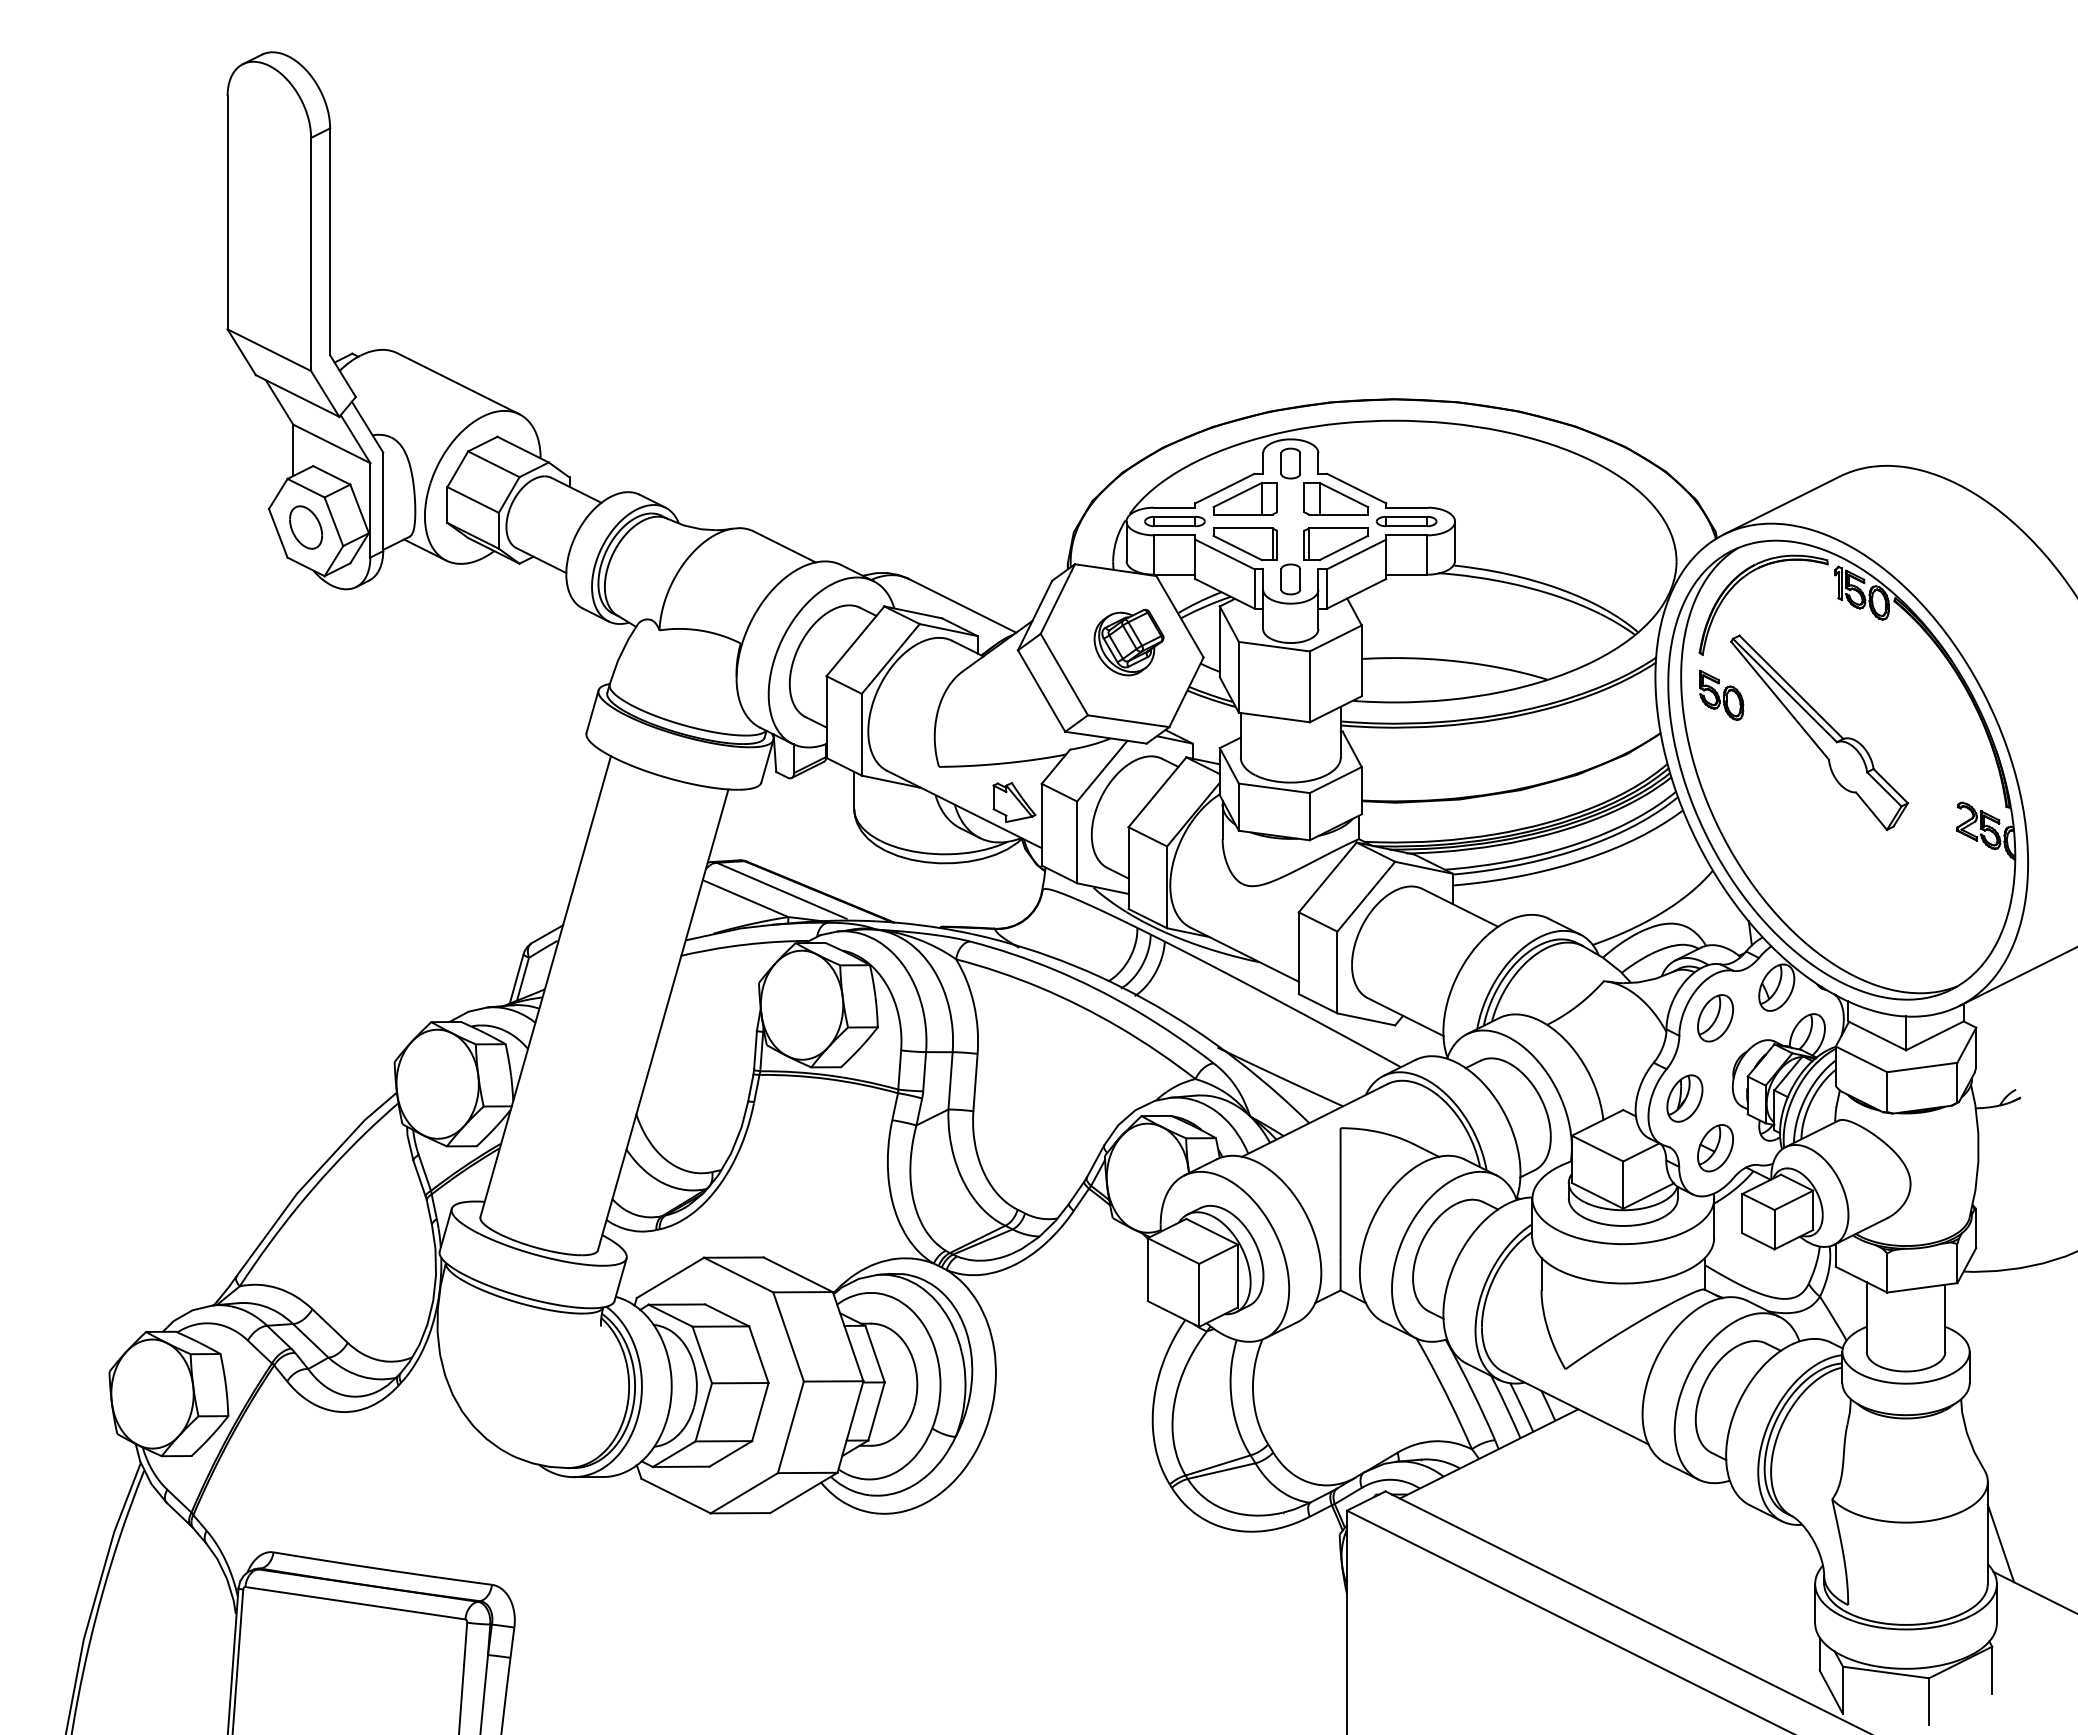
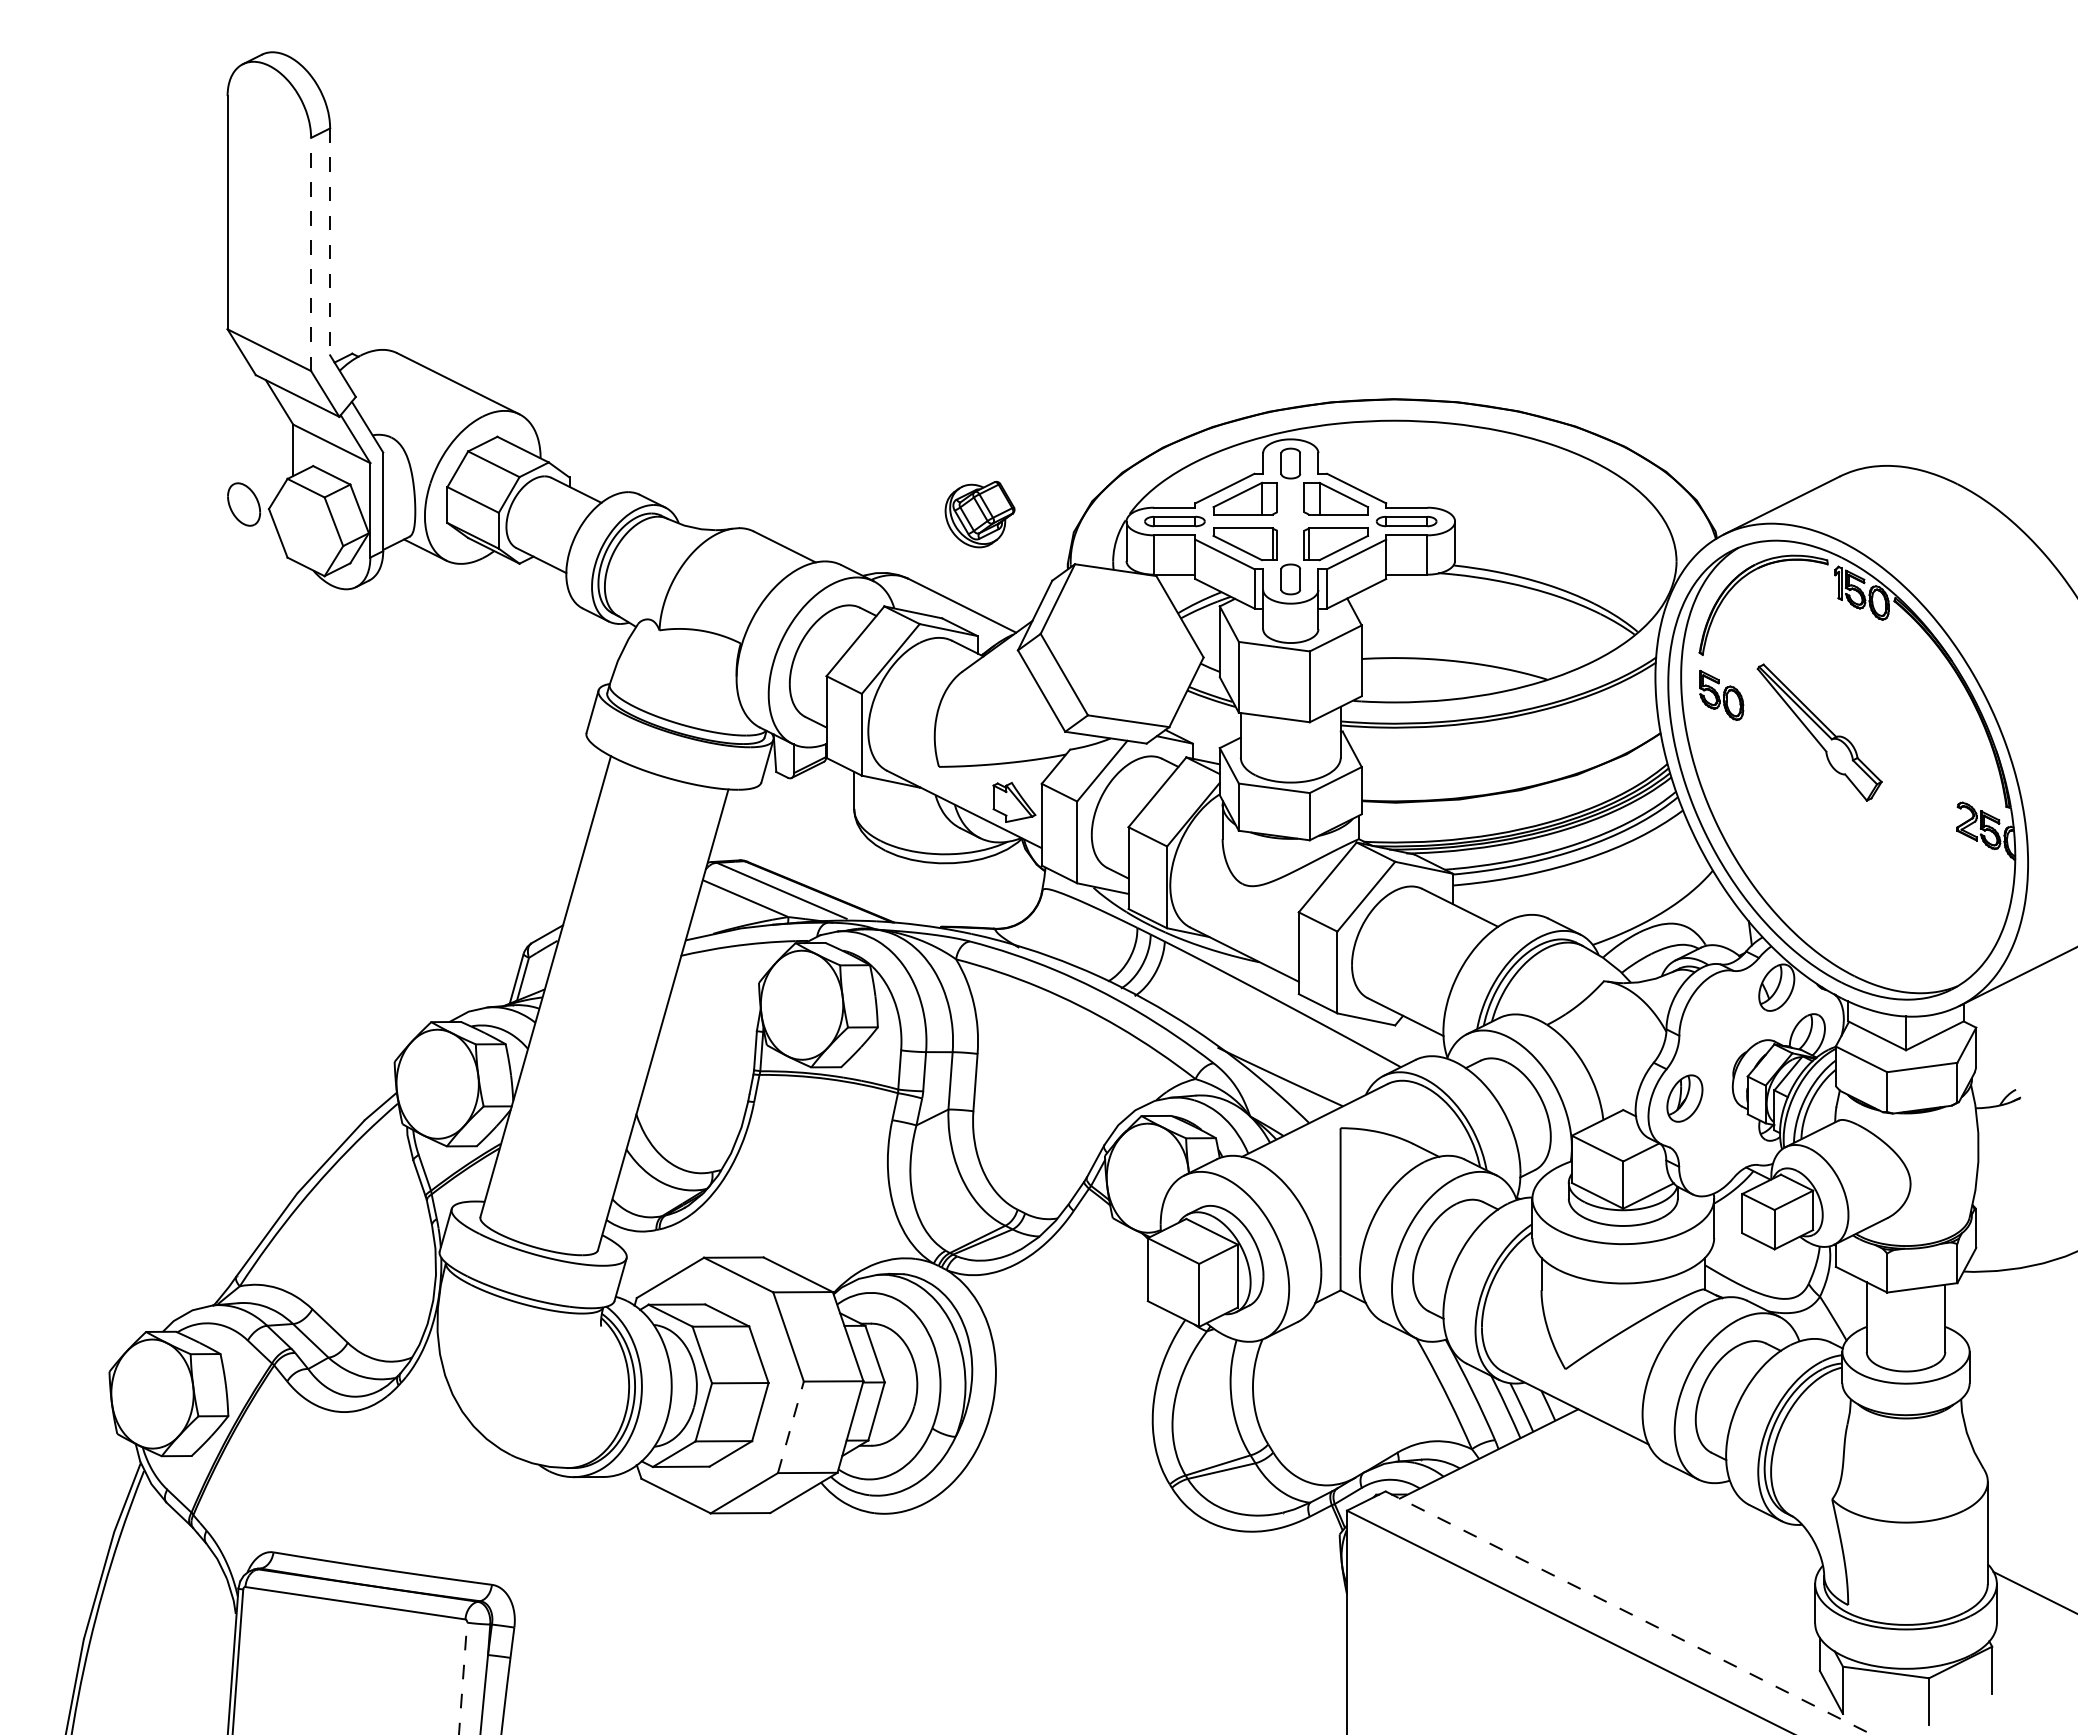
line at (330, 242): solid -> dashed
line at (311, 254): solid -> dashed
part at (305, 527) position: (305, 527) -> (243, 504)
part at (1128, 642) position: (1128, 642) -> (979, 514)
part at (1819, 732) size: 180x197 px -> 127x139 px
part at (1715, 1018): present -> none
part at (1715, 1148): present -> none
line at (790, 1427): solid -> dashed
line at (2000, 1543): present -> none
line at (1629, 1613): solid -> dashed
line at (463, 1678): solid -> dashed
